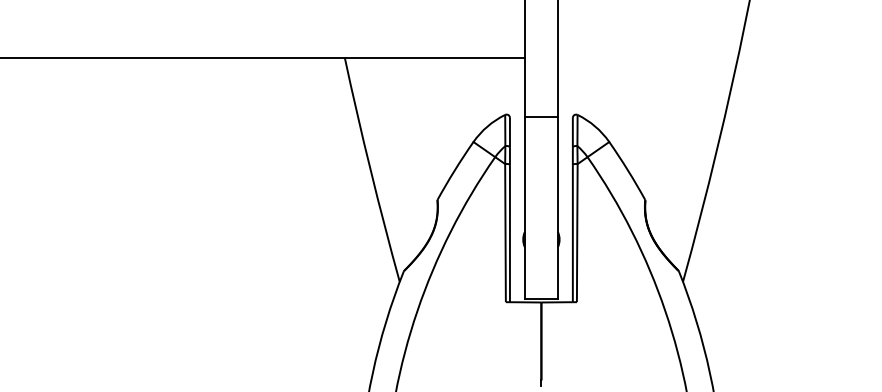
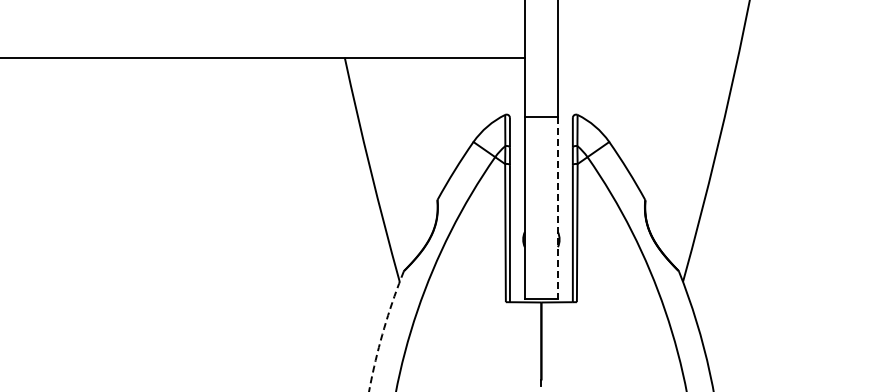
line at (557, 208): solid -> dashed
arc at (383, 330): solid -> dashed
